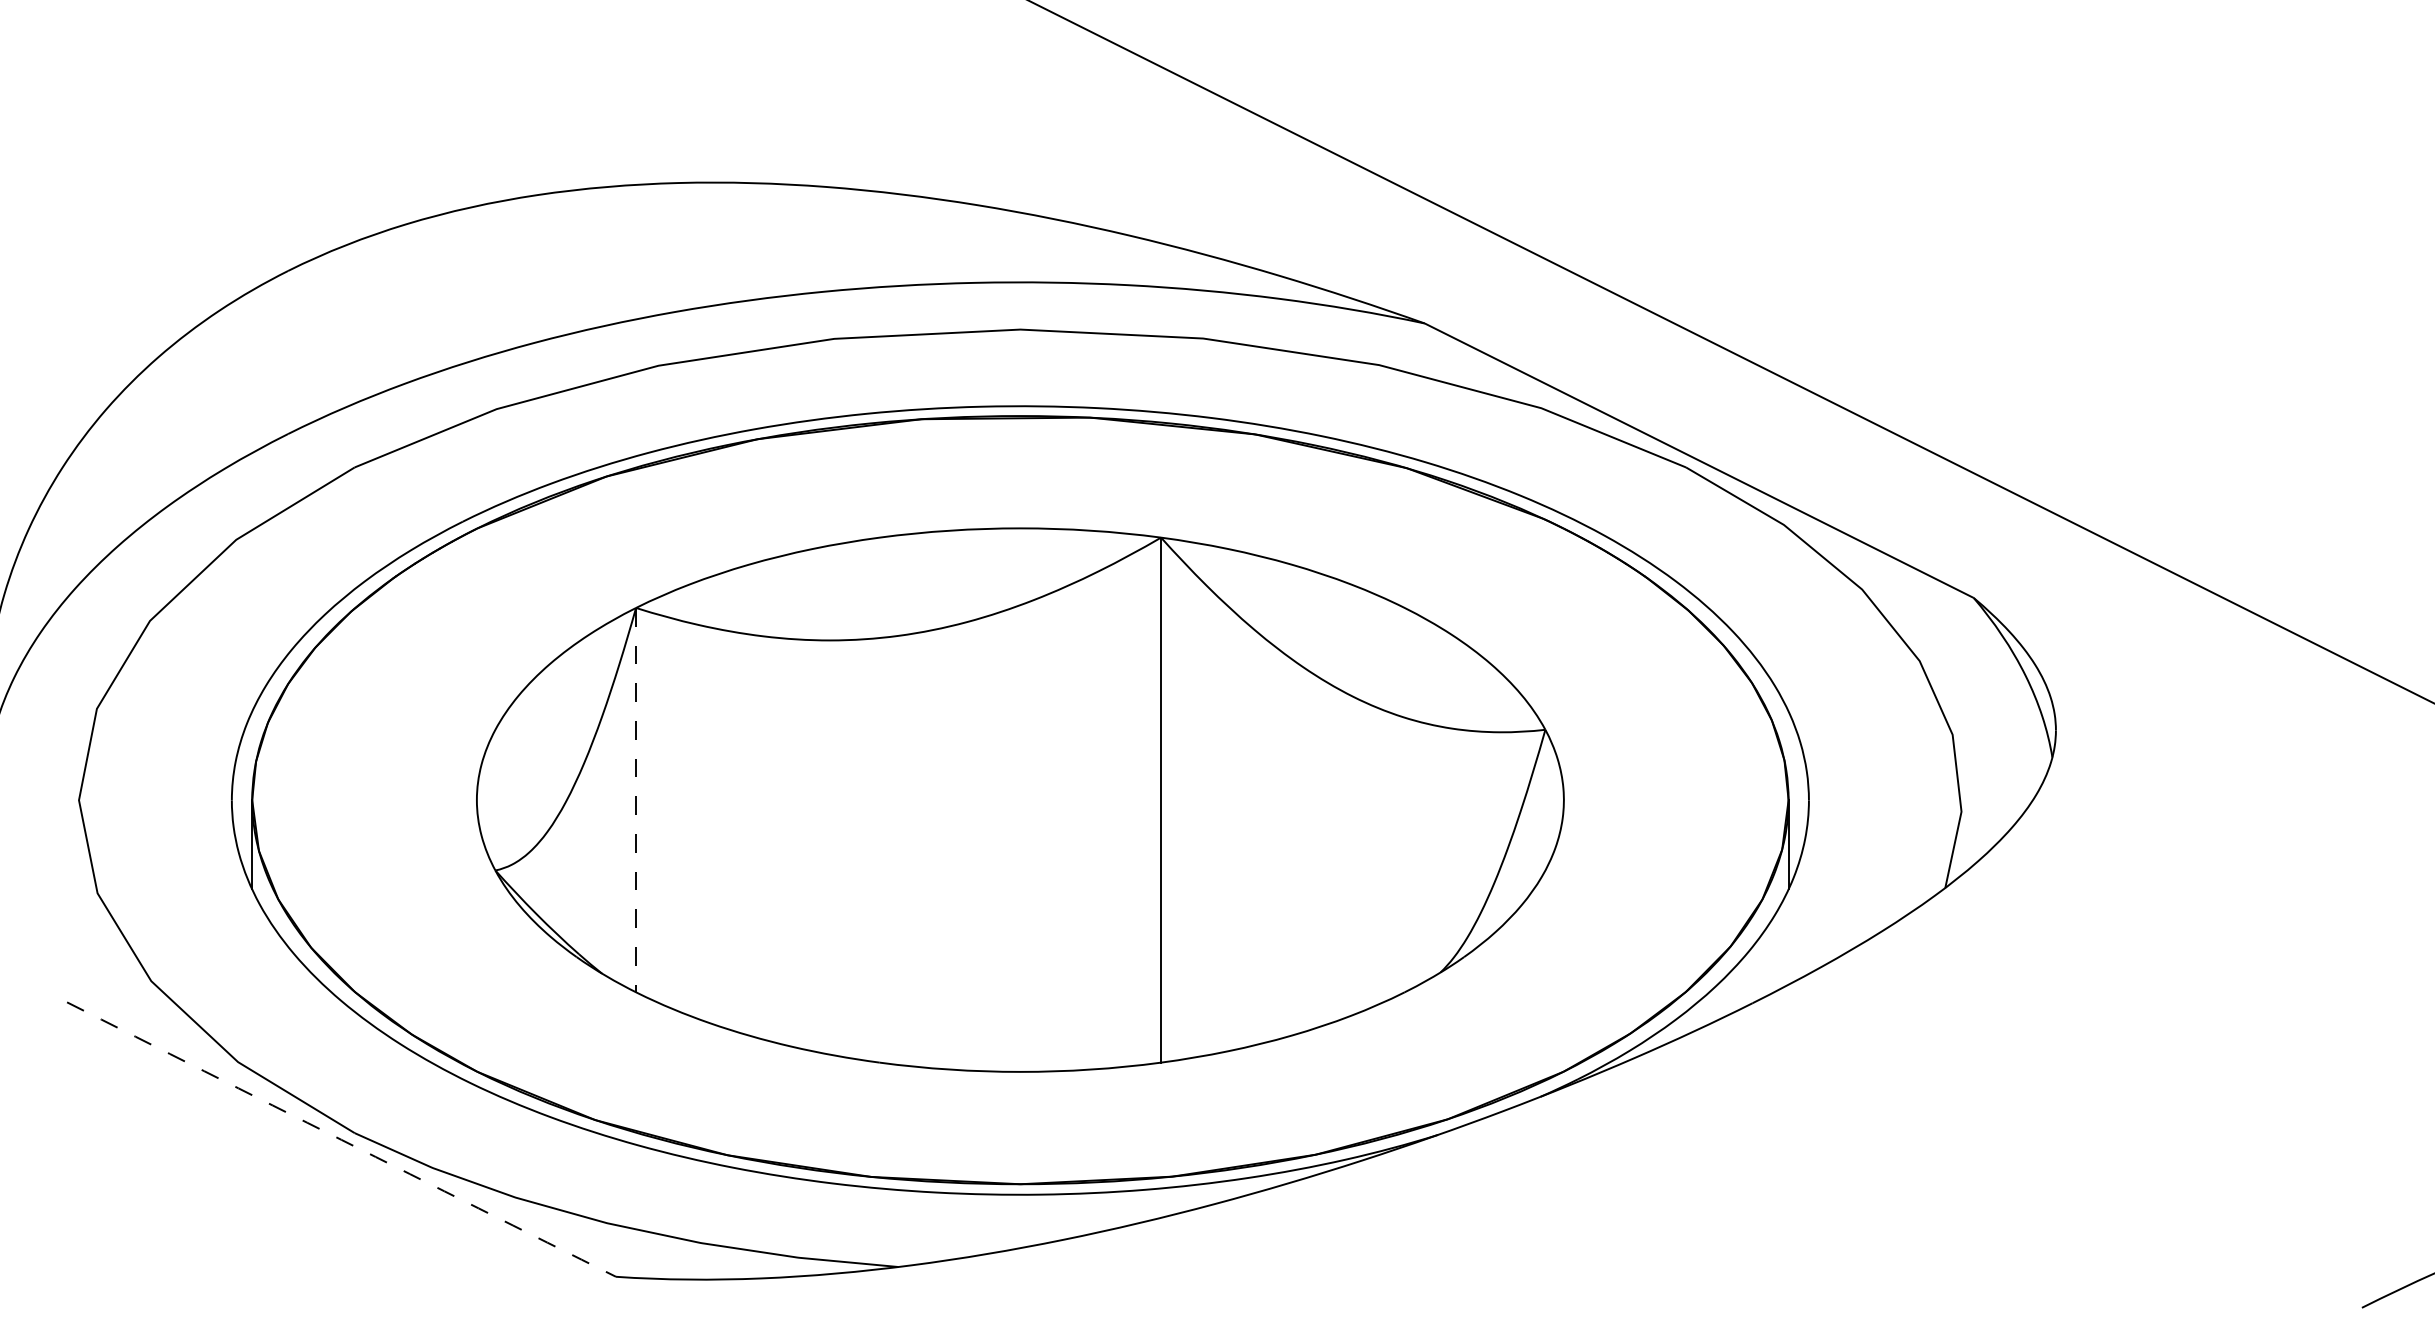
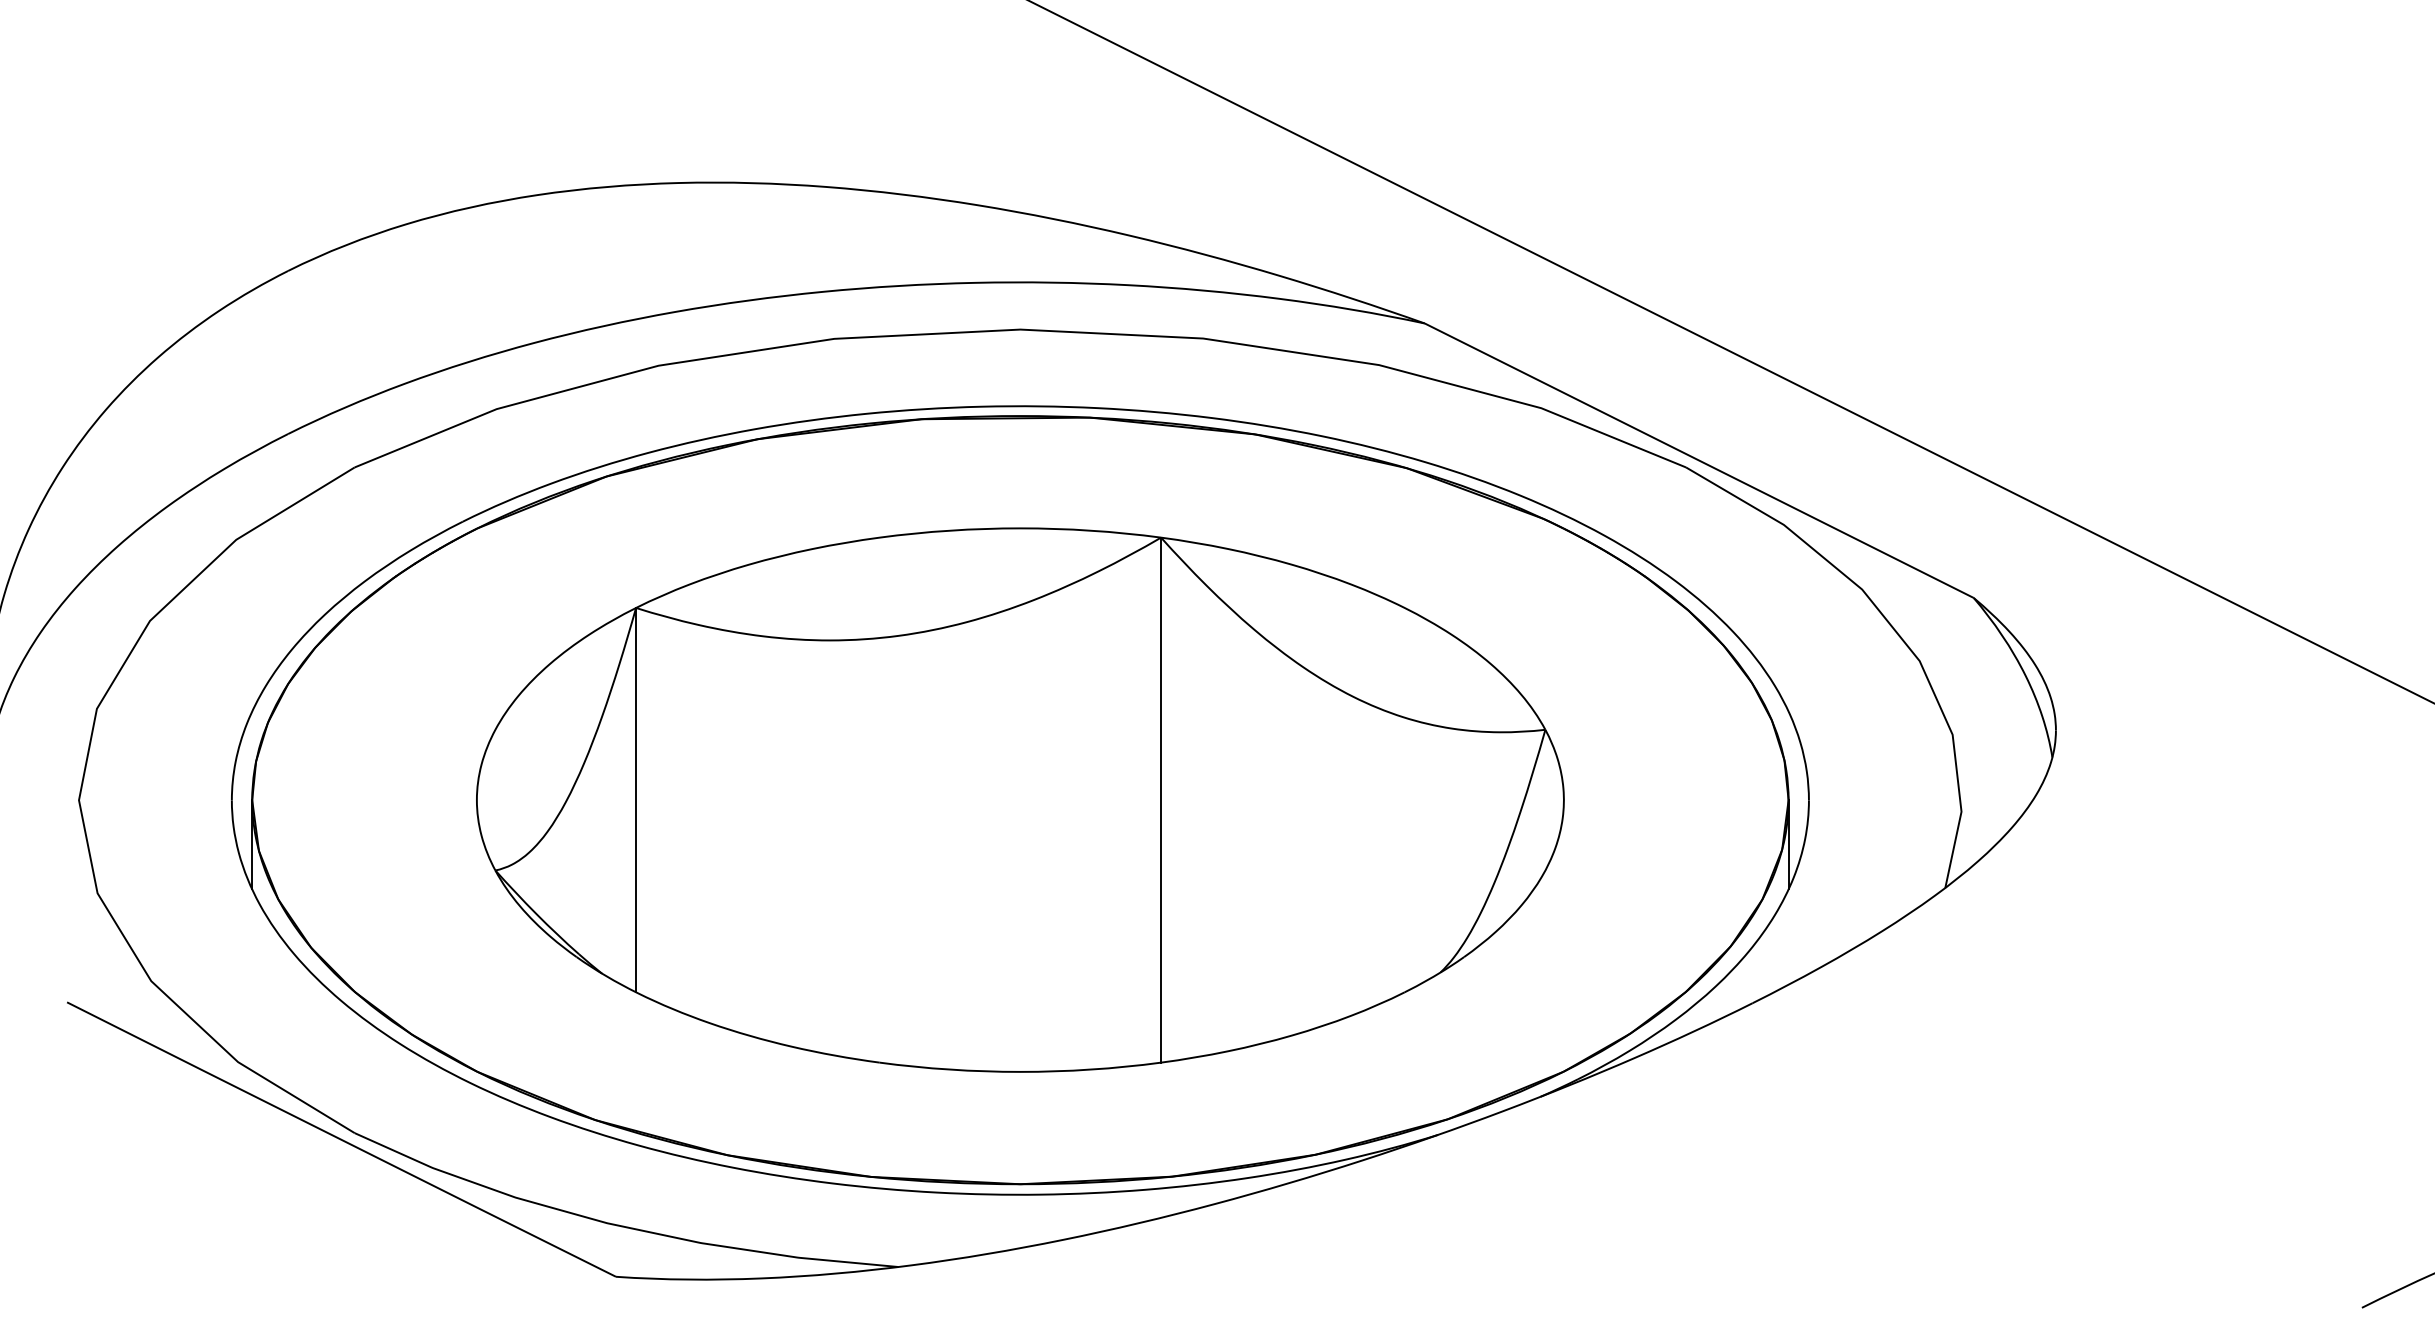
line at (636, 800): dashed -> solid
arc at (341, 1139): dashed -> solid
